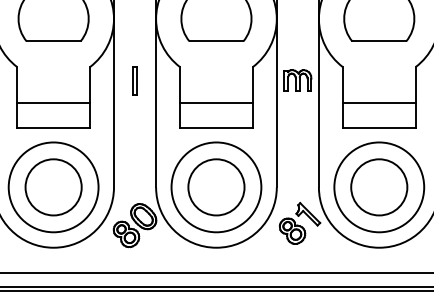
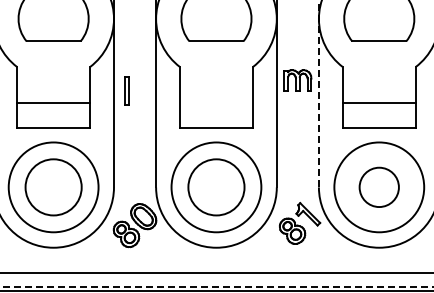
part at (134, 80) position: (134, 80) -> (126, 90)
line at (318, 93): solid -> dashed
line at (215, 103): present -> none
circle at (379, 187) diameter: 56 px -> 39 px
line at (216, 286): solid -> dashed
